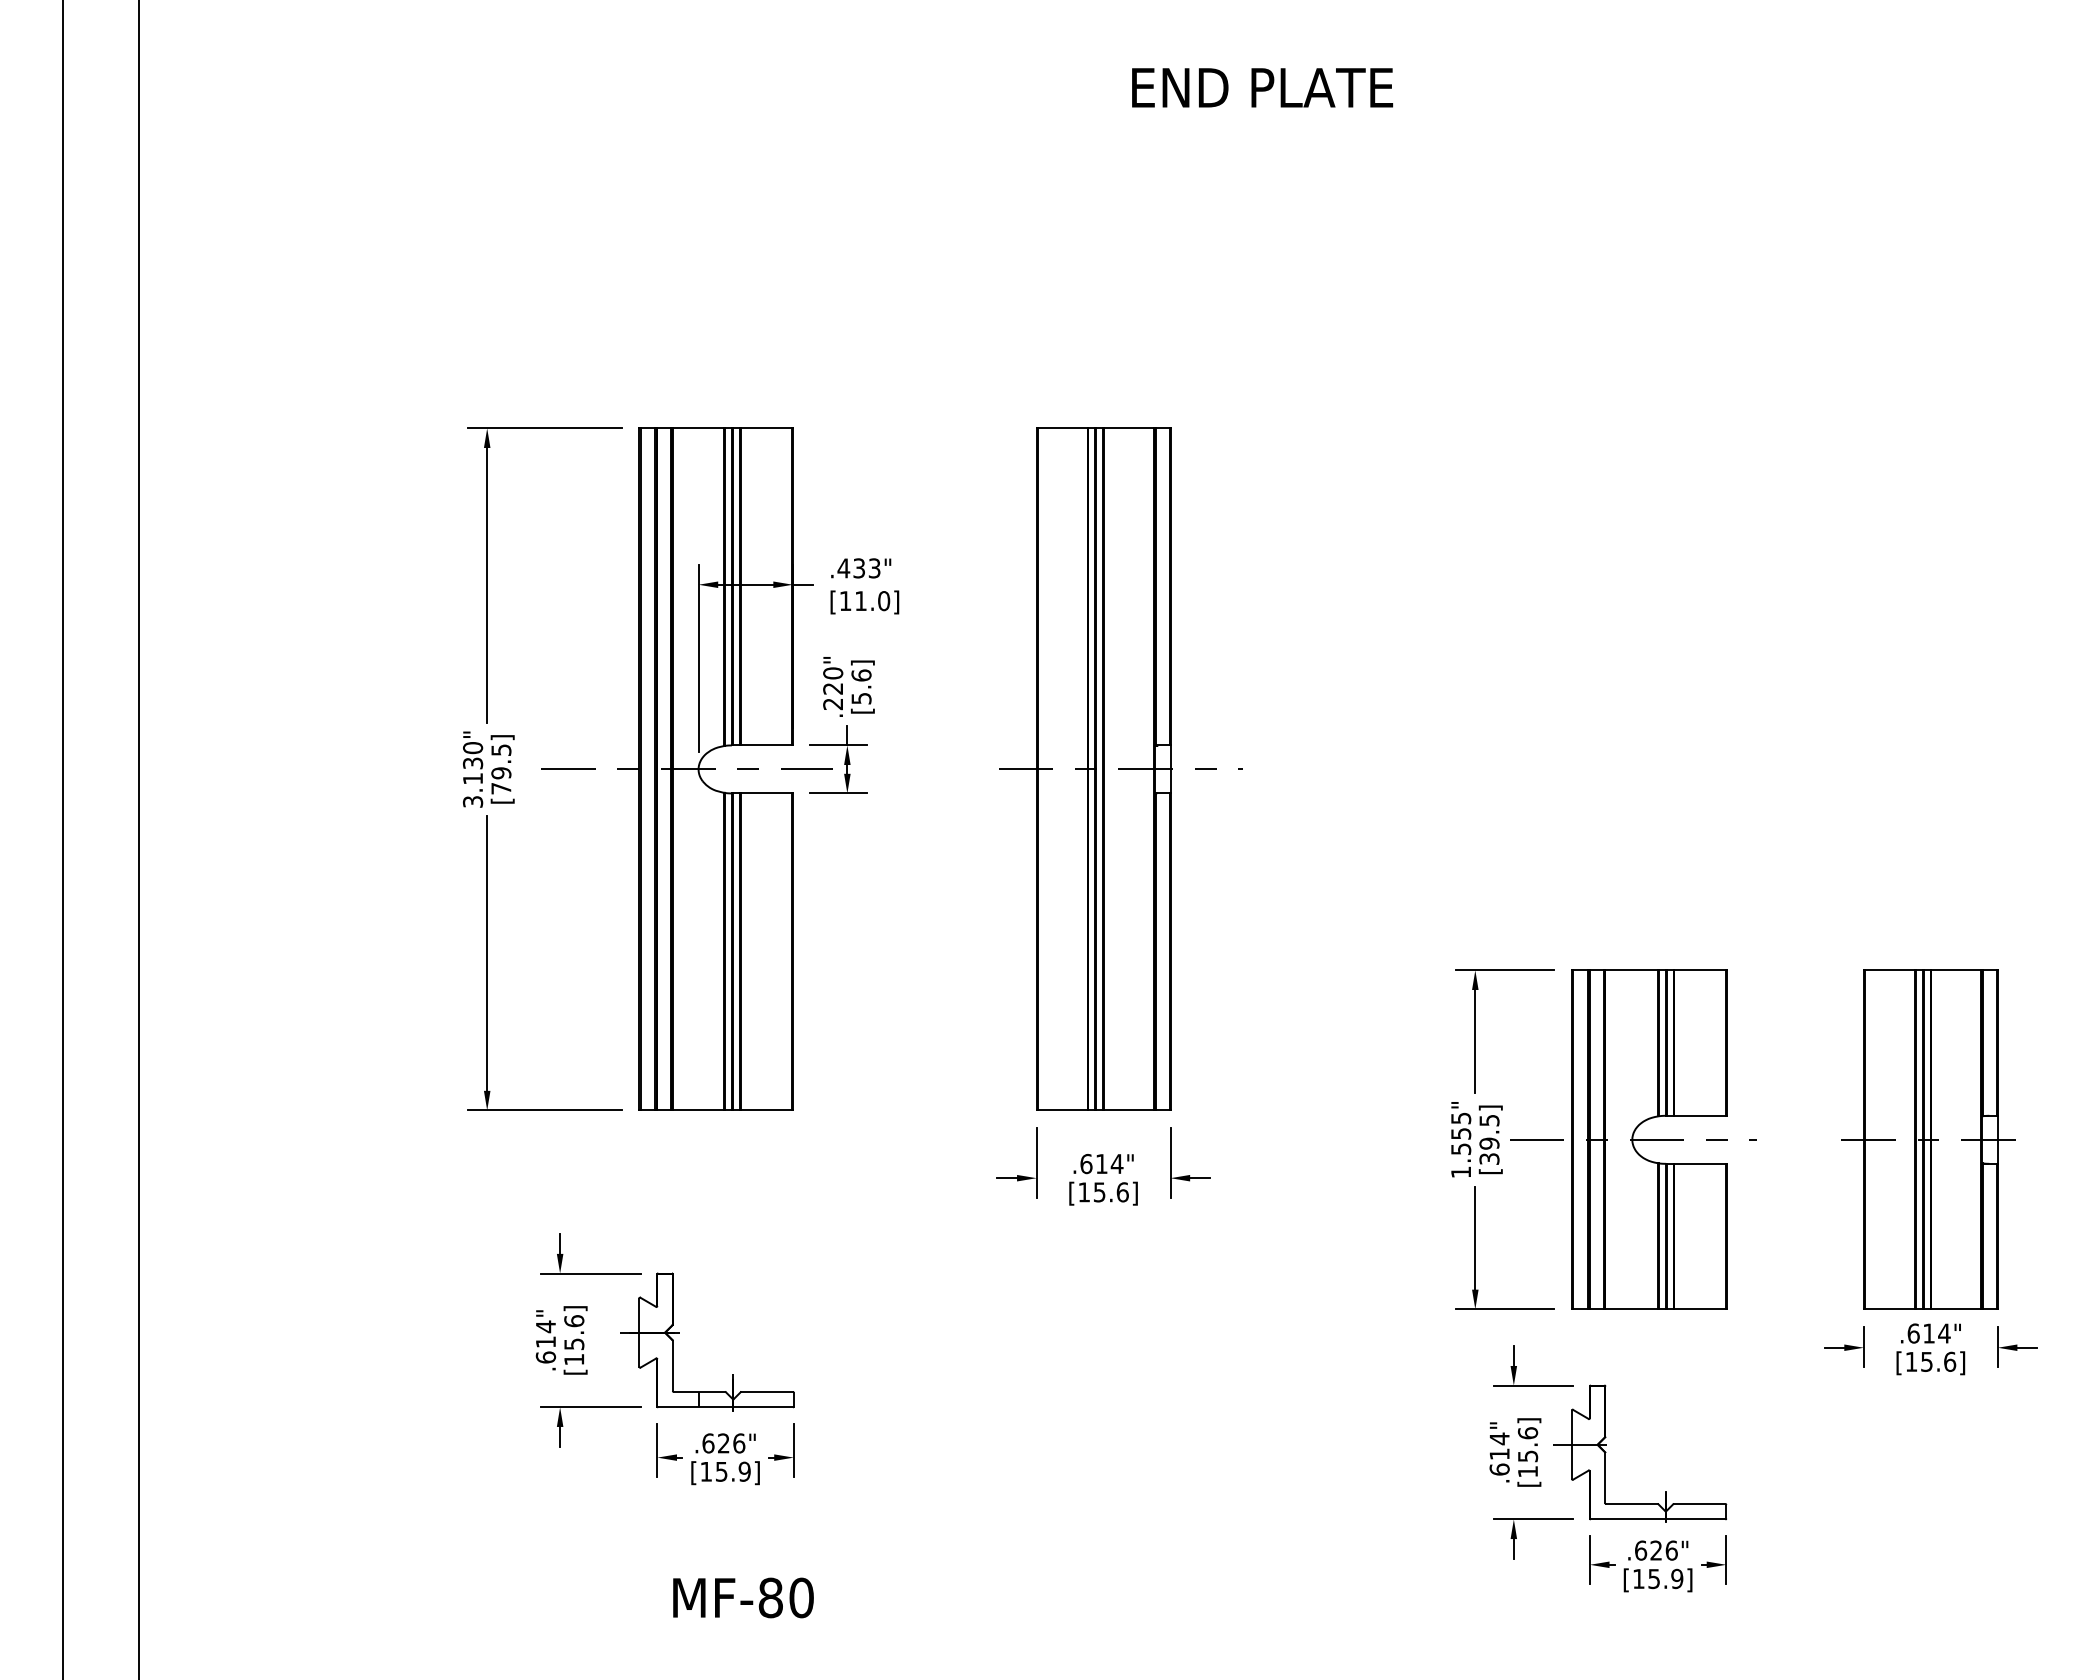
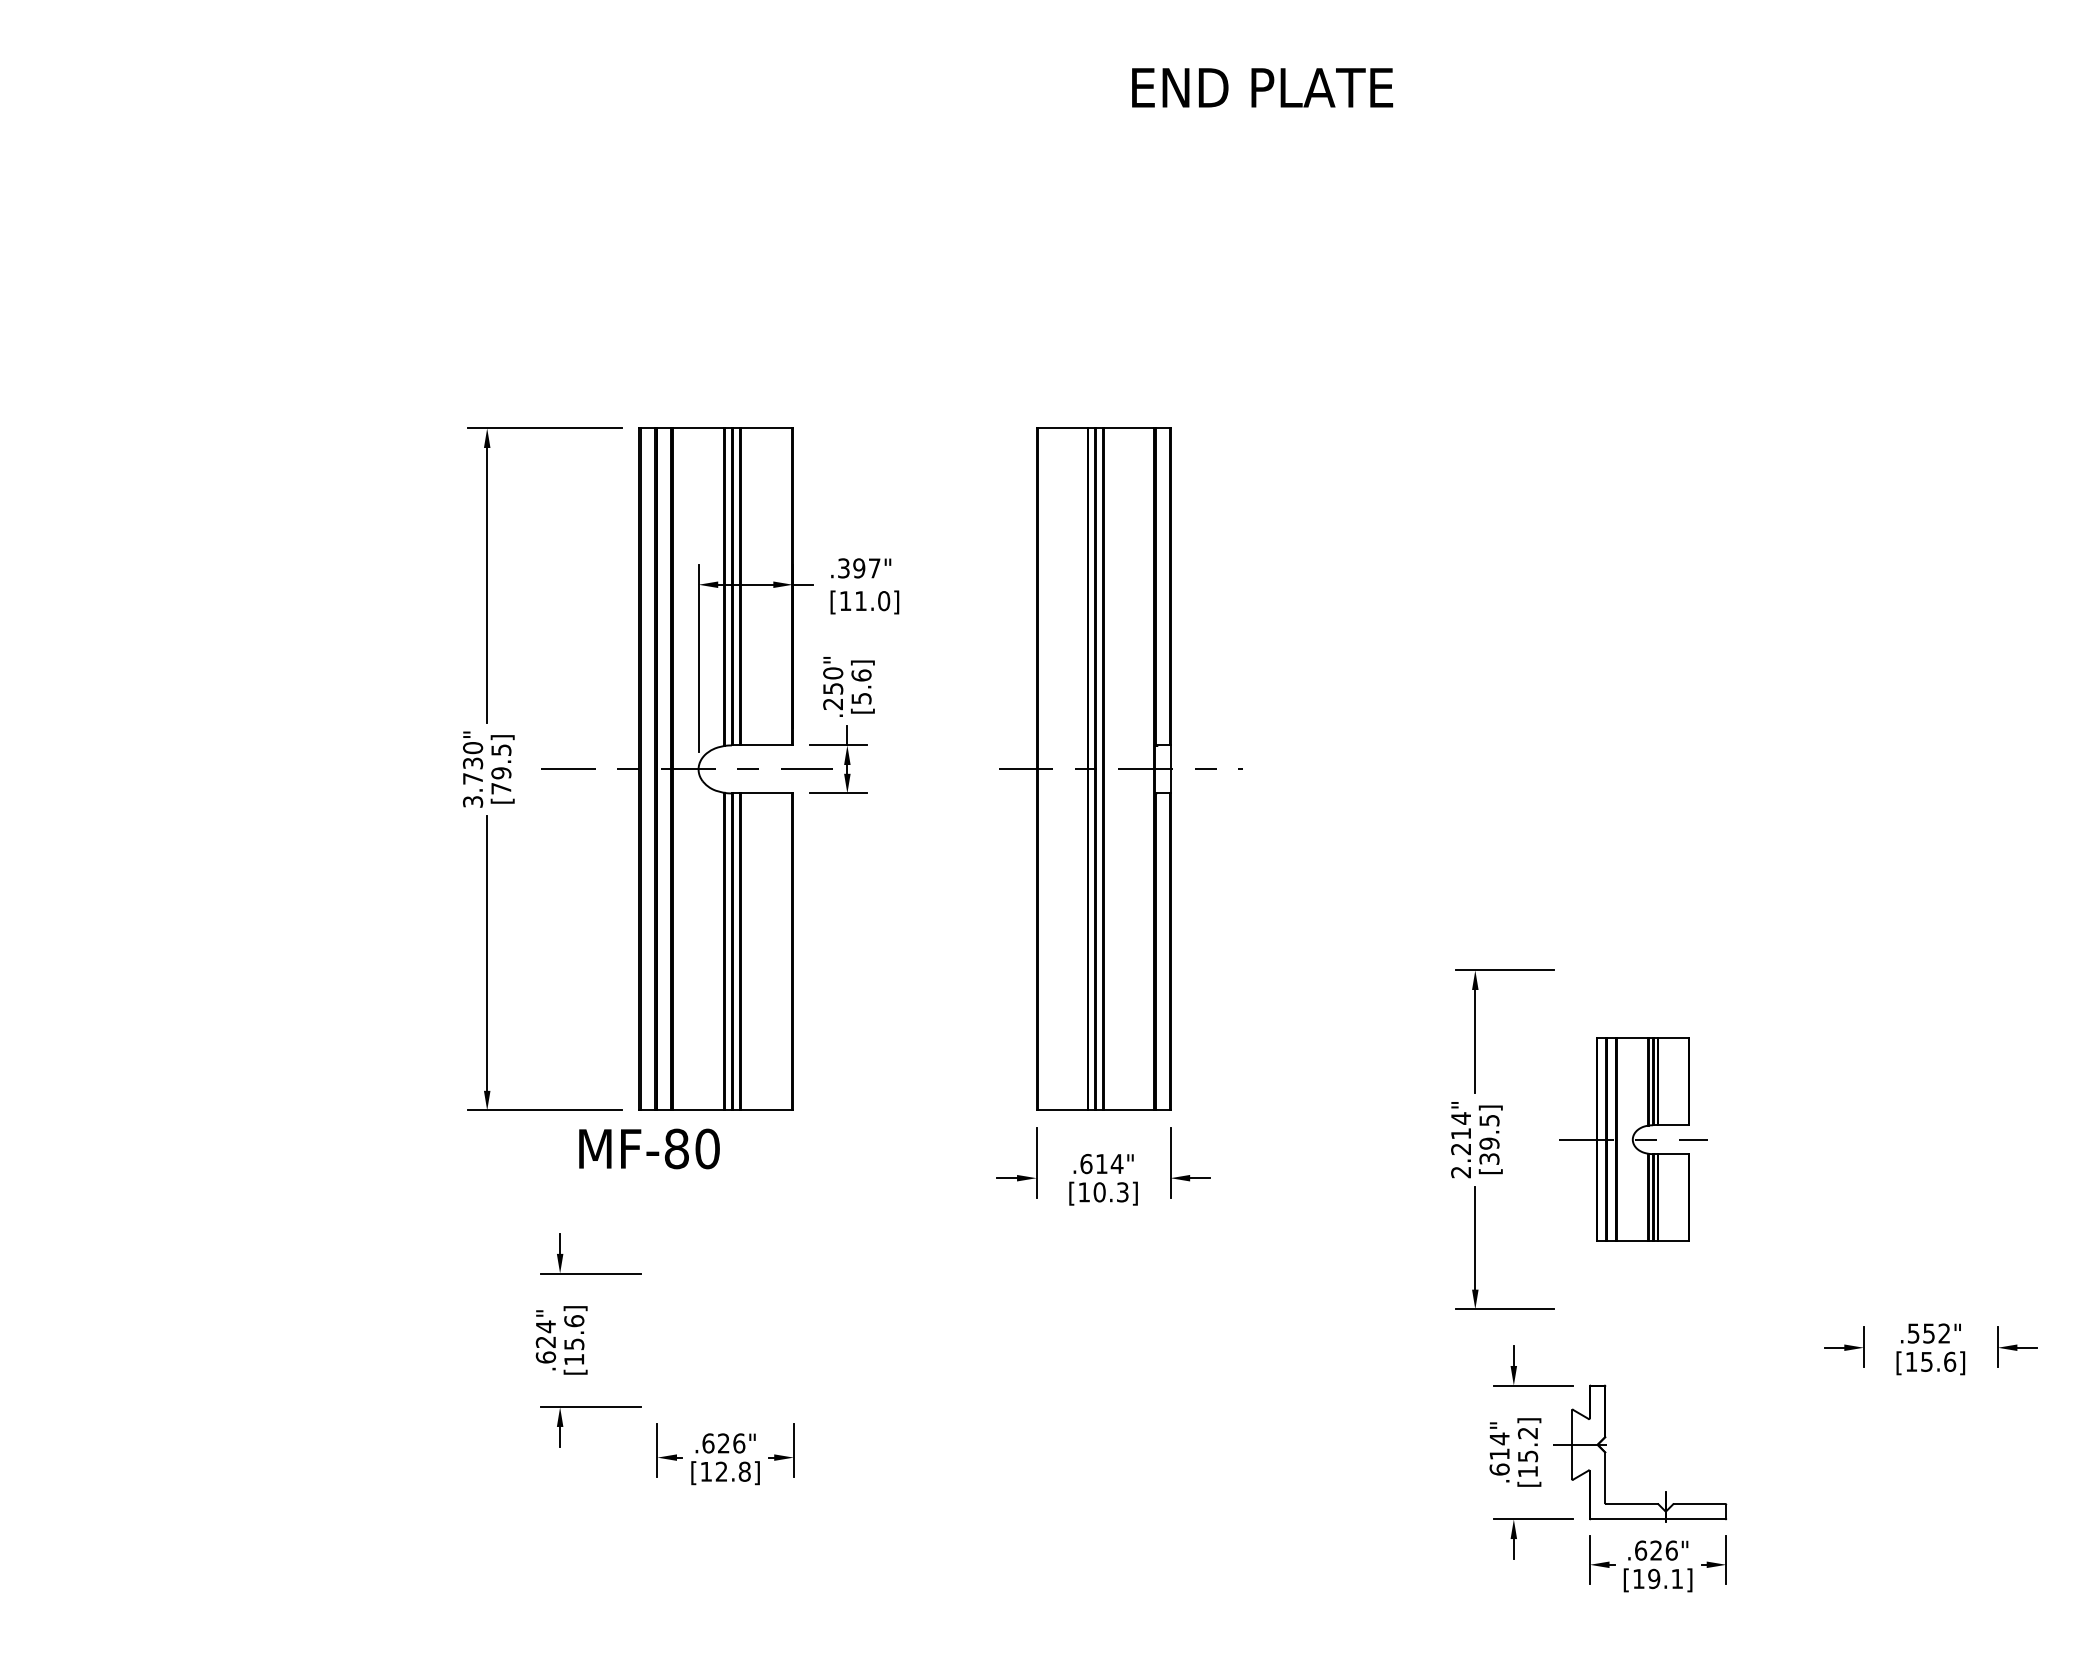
text at (858, 568): .433" -> .397"
text at (833, 688): .220" -> .250"
text at (472, 778): 3.130" -> 3.730"
line at (63, 839): present -> none
line at (138, 839): present -> none
part at (1633, 1139) size: 247x341 px -> 149x205 px
part at (1928, 1139): present -> none
text at (1461, 1145): 1.555" -> 2.214"
text at (1110, 1192): [15.6] -> [10.3]
part at (679, 1333): present -> none
text at (1928, 1333): .614" -> .552"
text at (545, 1341): .614" -> .624"
text at (1527, 1433): [15.6] -> [15.2]
text at (733, 1471): [15.9] -> [12.8]
text at (1665, 1578): [15.9] -> [19.1]
text at (743, 1597) position: (743, 1597) -> (649, 1148)
